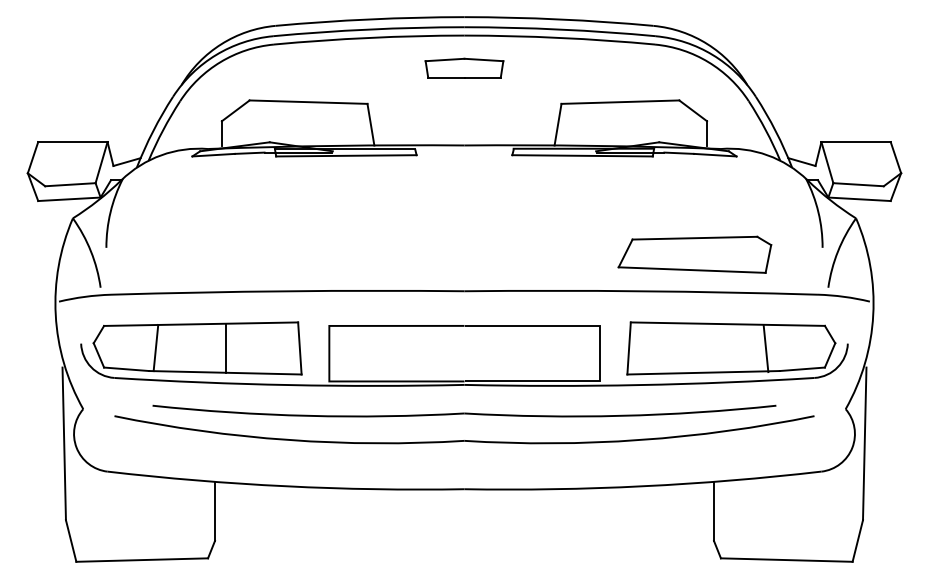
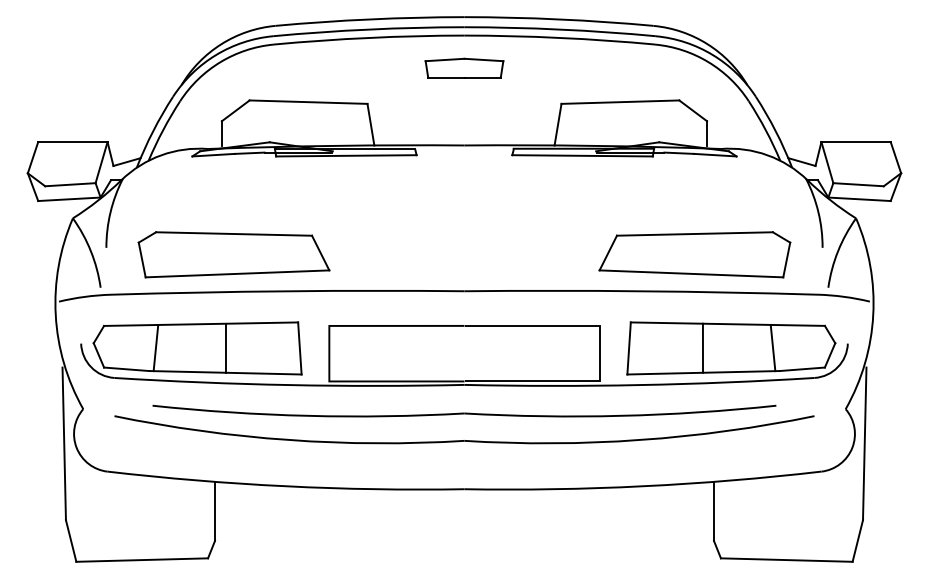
part at (233, 254): none -> present
part at (694, 254) size: 156x39 px -> 194x48 px
line at (702, 347): none -> present
line at (765, 348) position: (765, 348) -> (772, 347)
